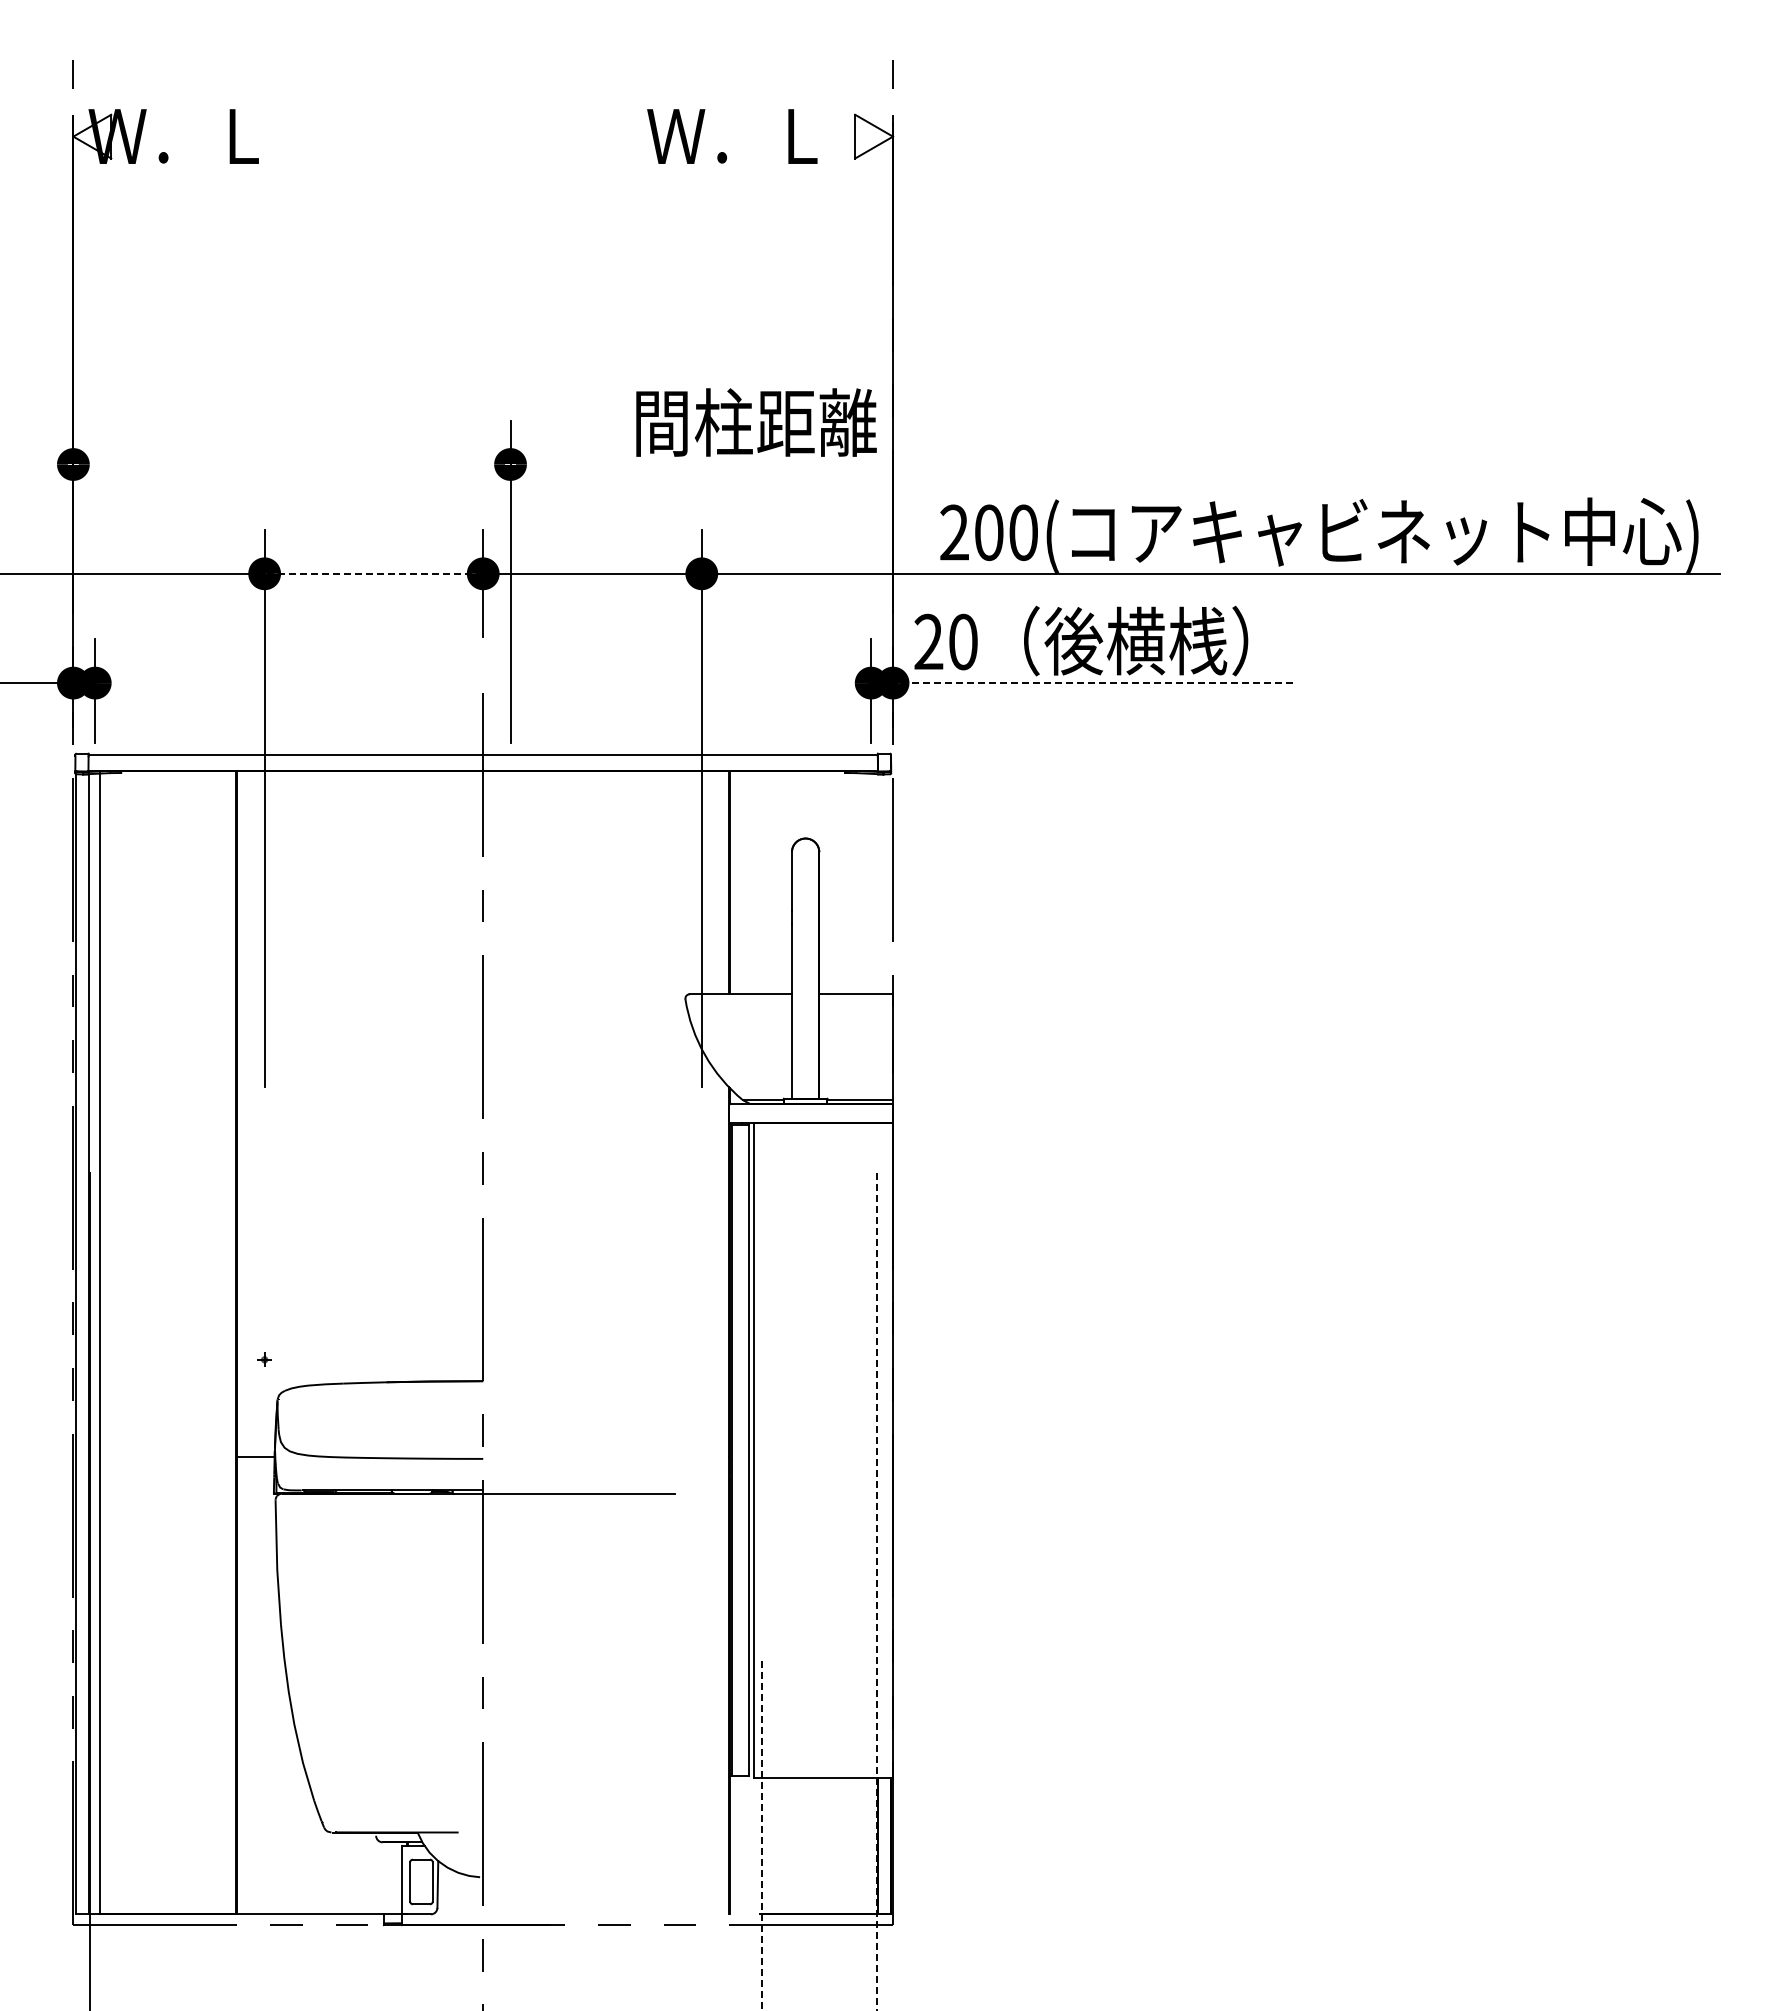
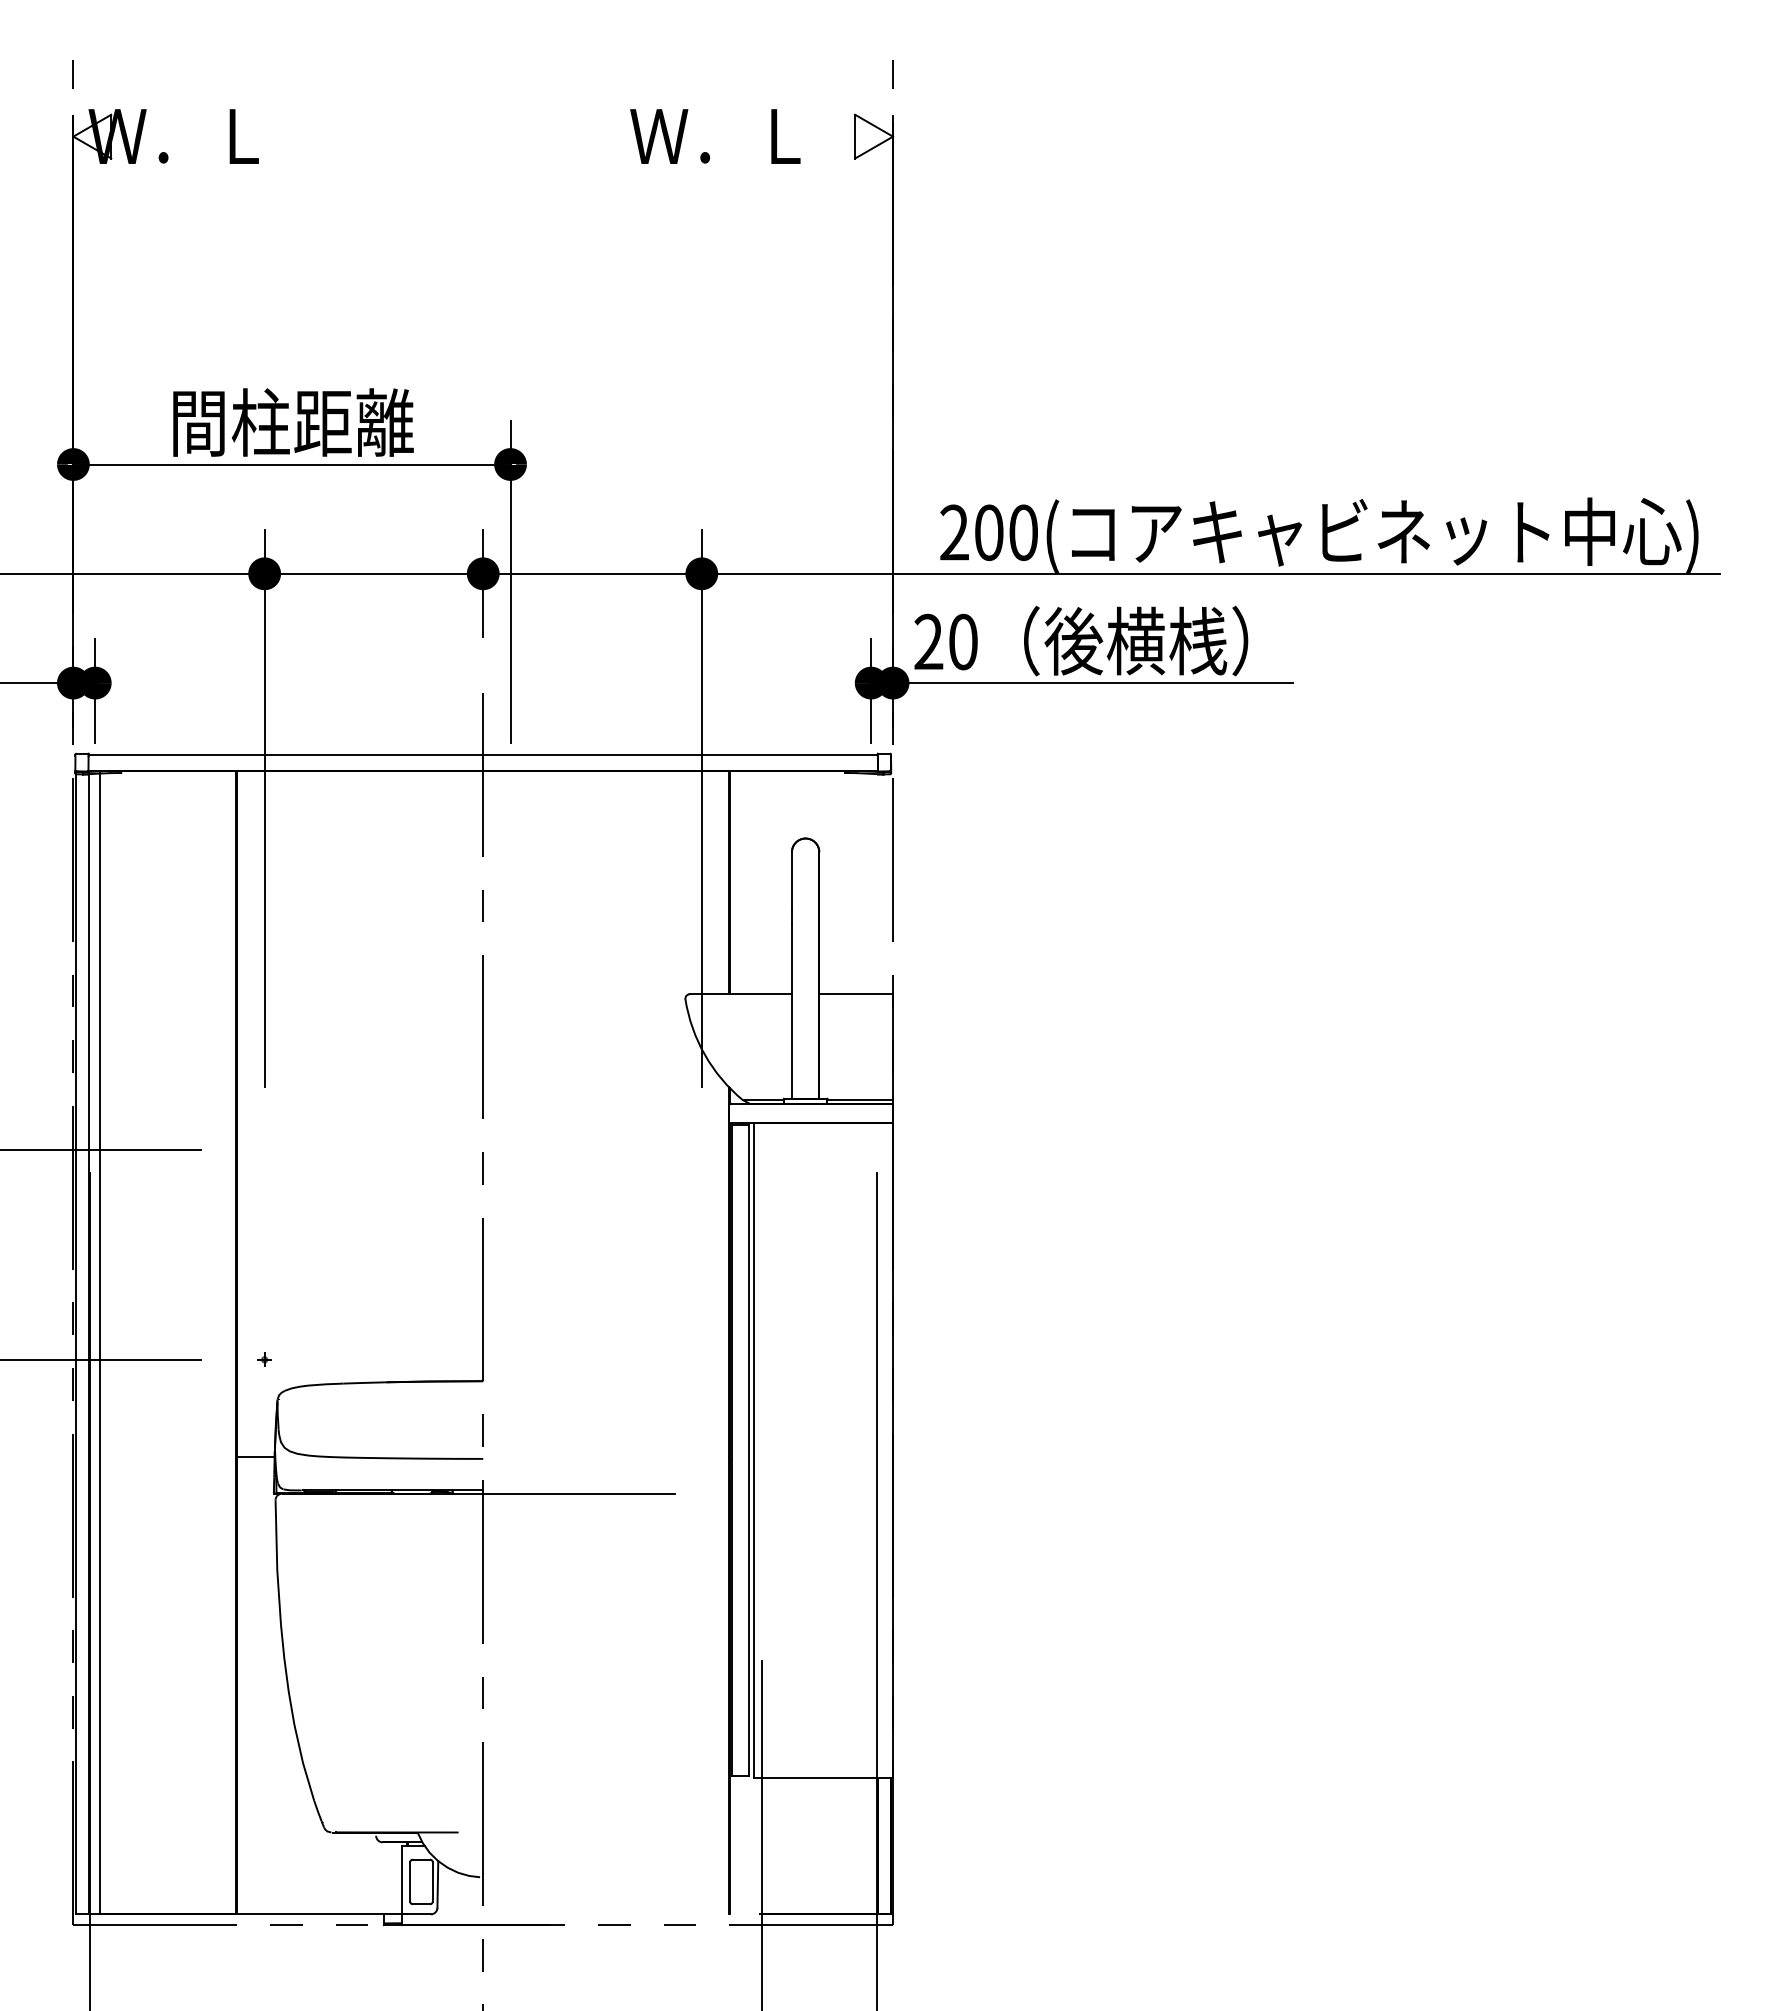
text at (732, 136) position: (732, 136) -> (715, 136)
text at (756, 422) position: (756, 422) -> (293, 422)
line at (291, 464): none -> present
line at (373, 573): dashed -> solid
line at (1092, 683): dashed -> solid
line at (101, 1150): none -> present
line at (101, 1359): none -> present
line at (876, 1591): dashed -> solid
line at (761, 1835): dashed -> solid
